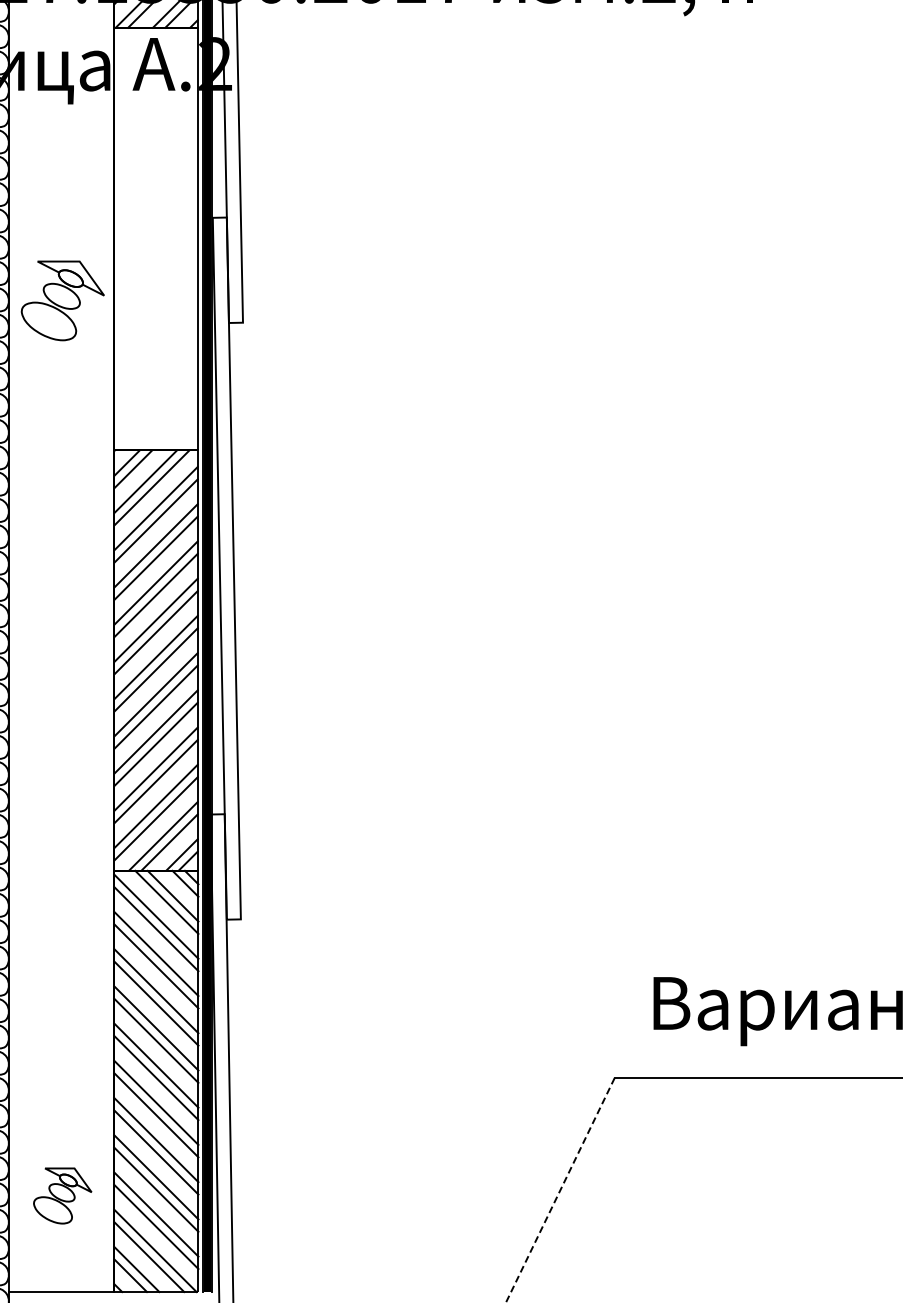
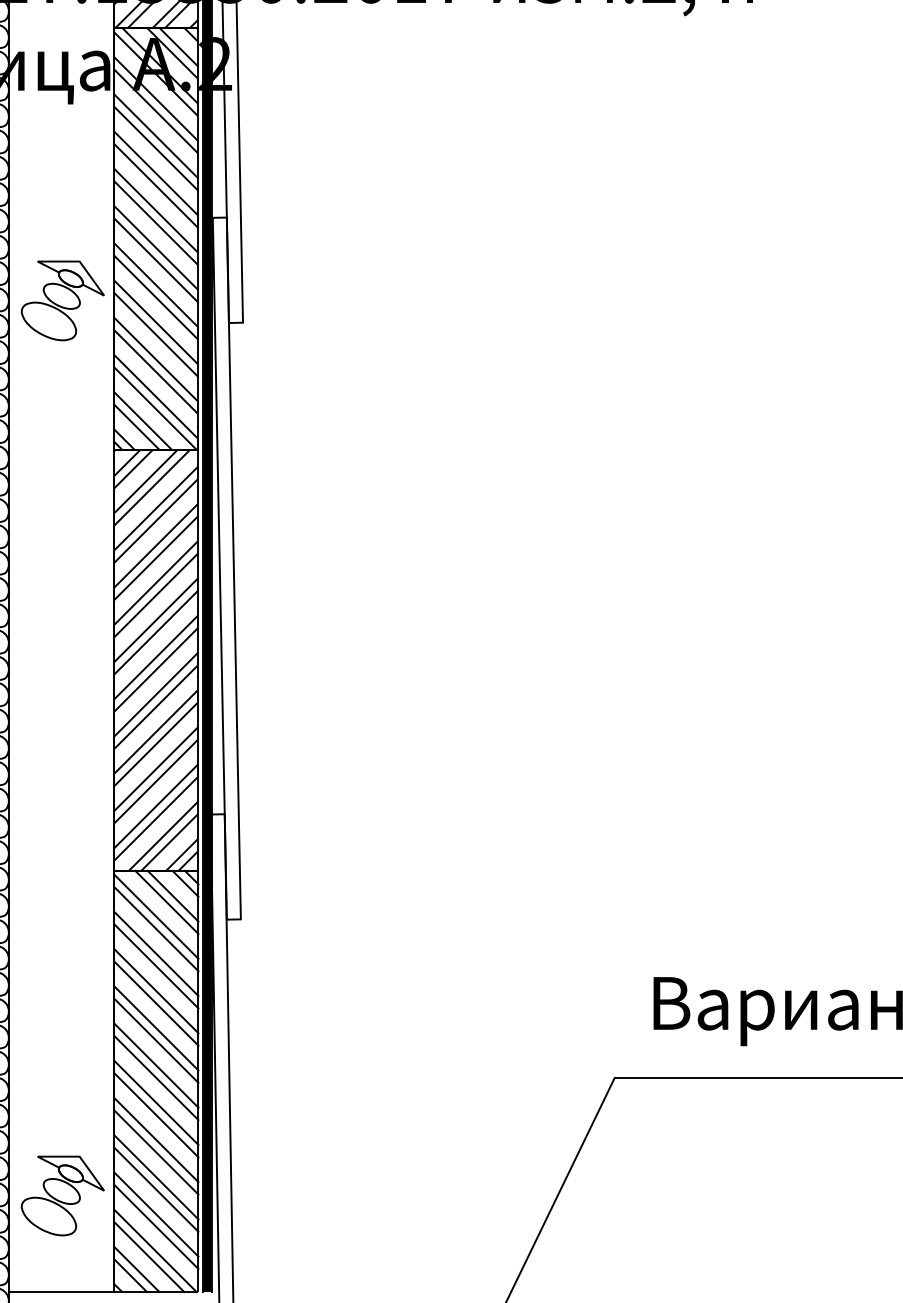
hatch at (156, 238): none -> present
line at (560, 1190): dashed -> solid
part at (62, 1195) size: 60x58 px -> 85x82 px
